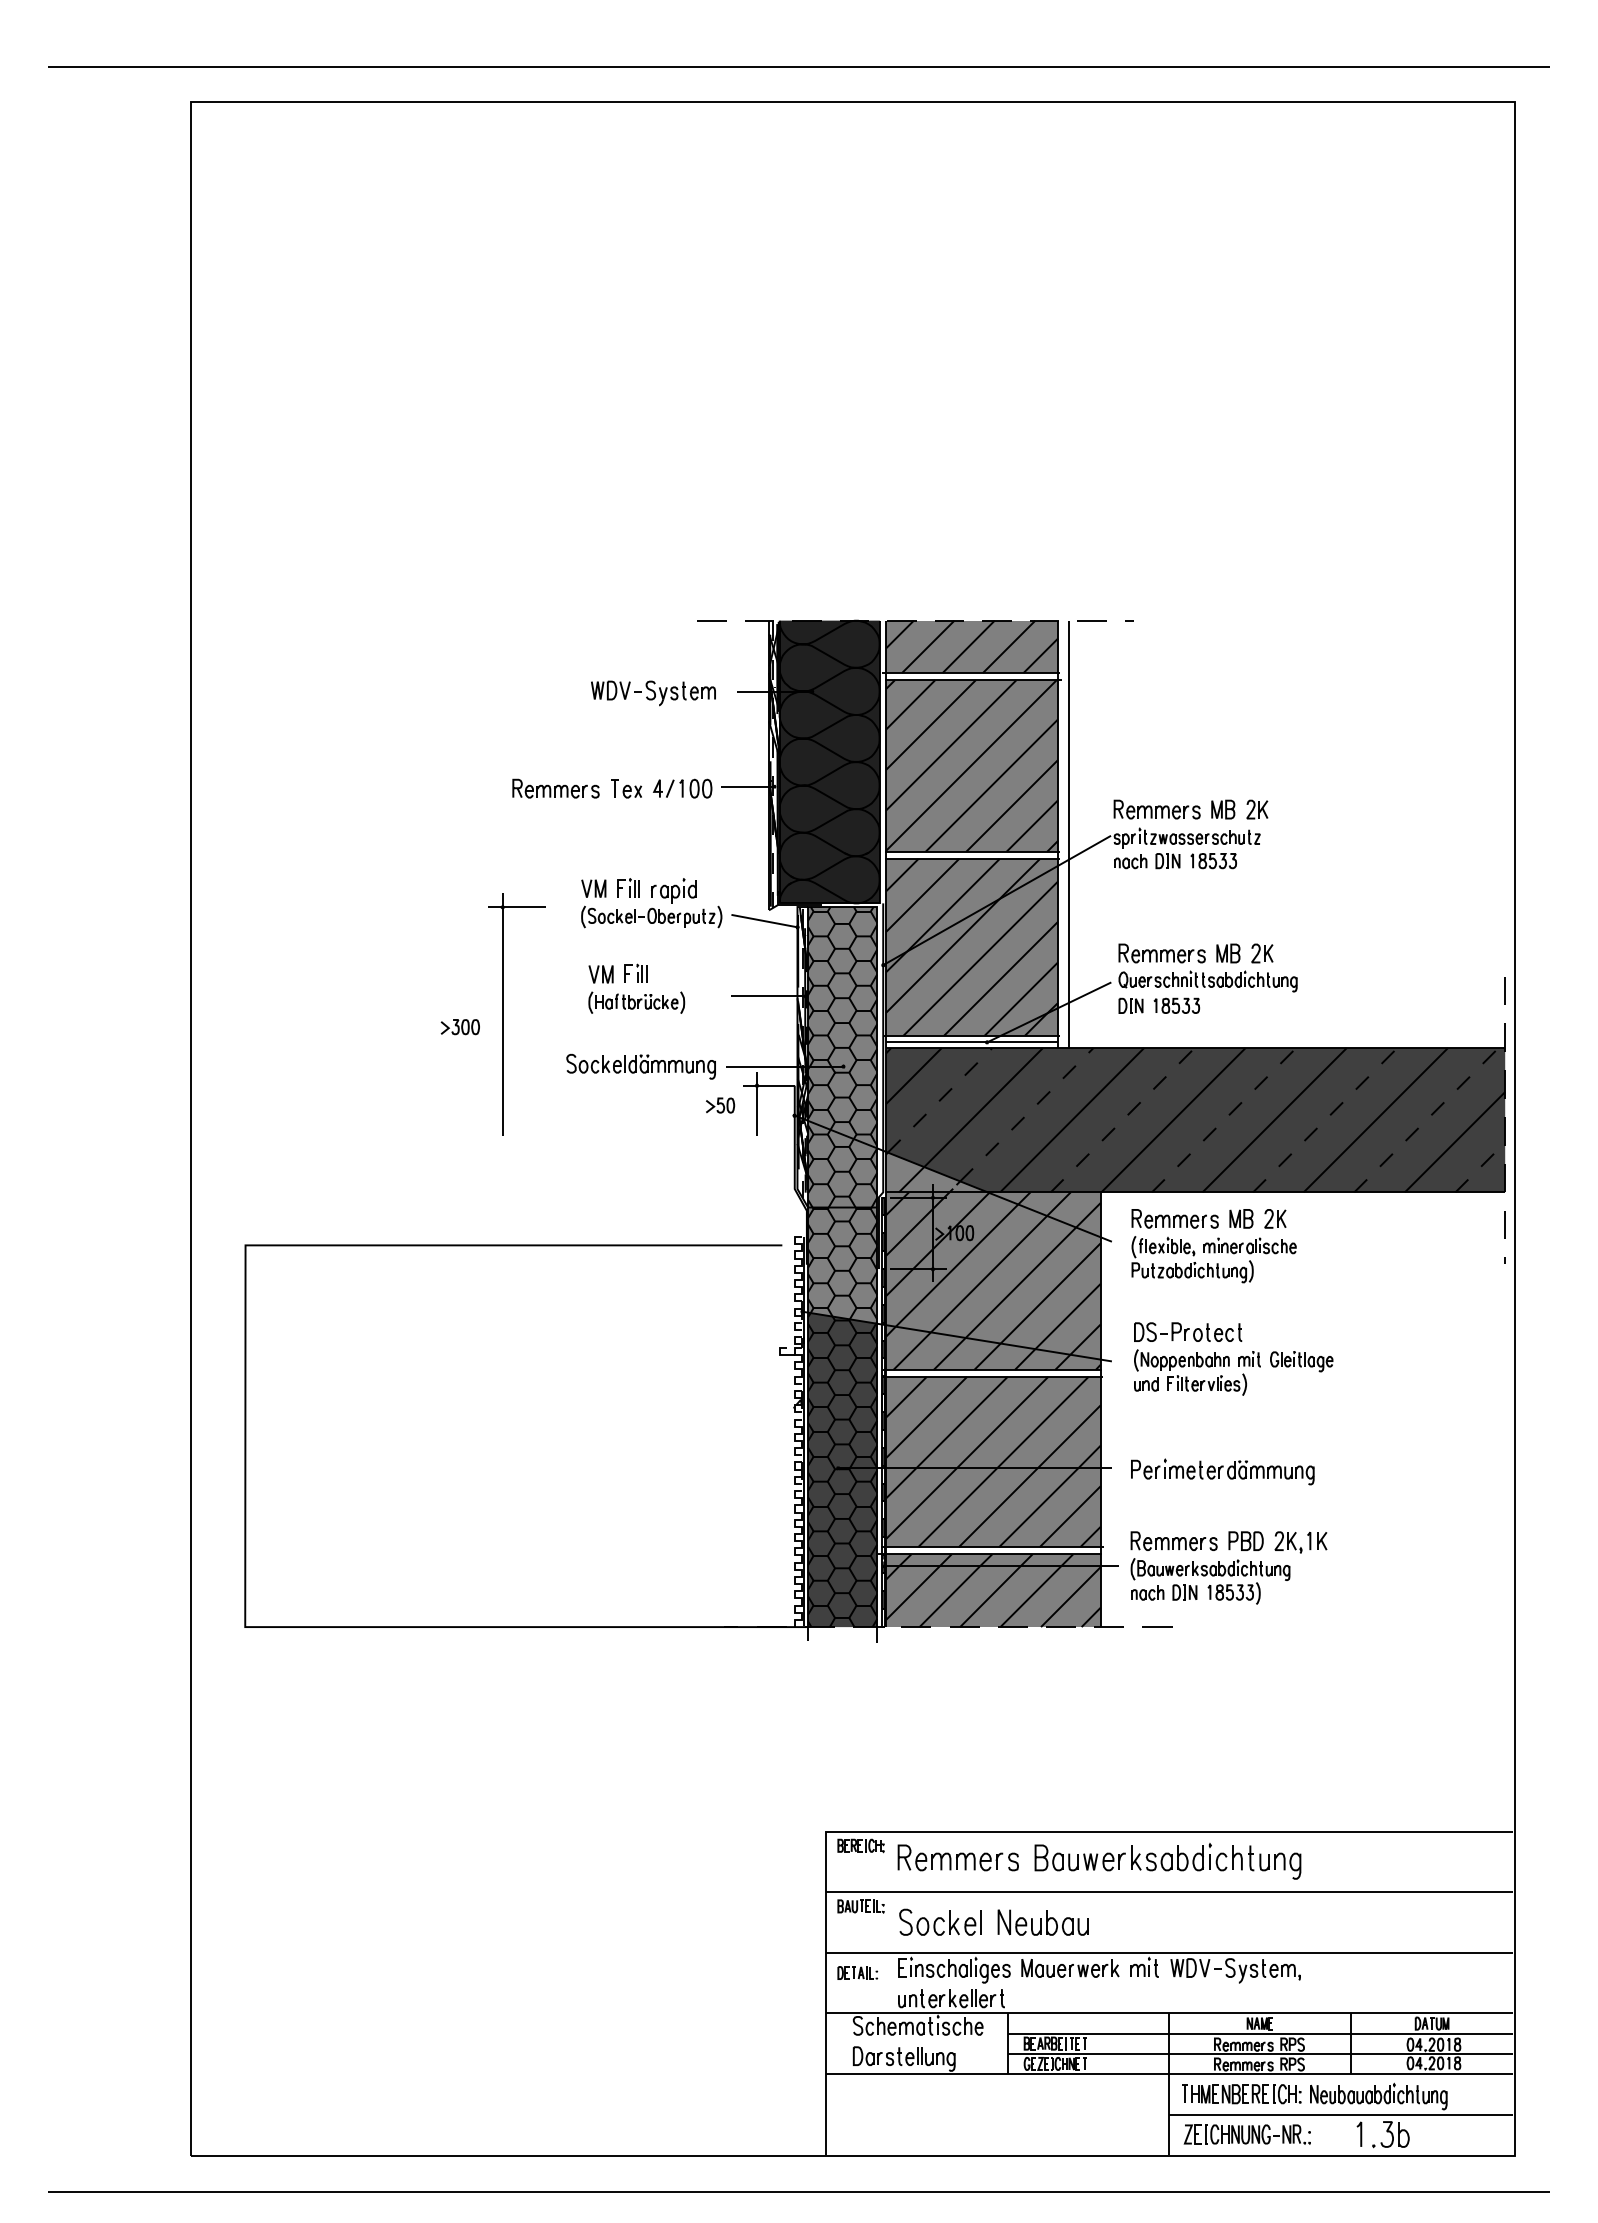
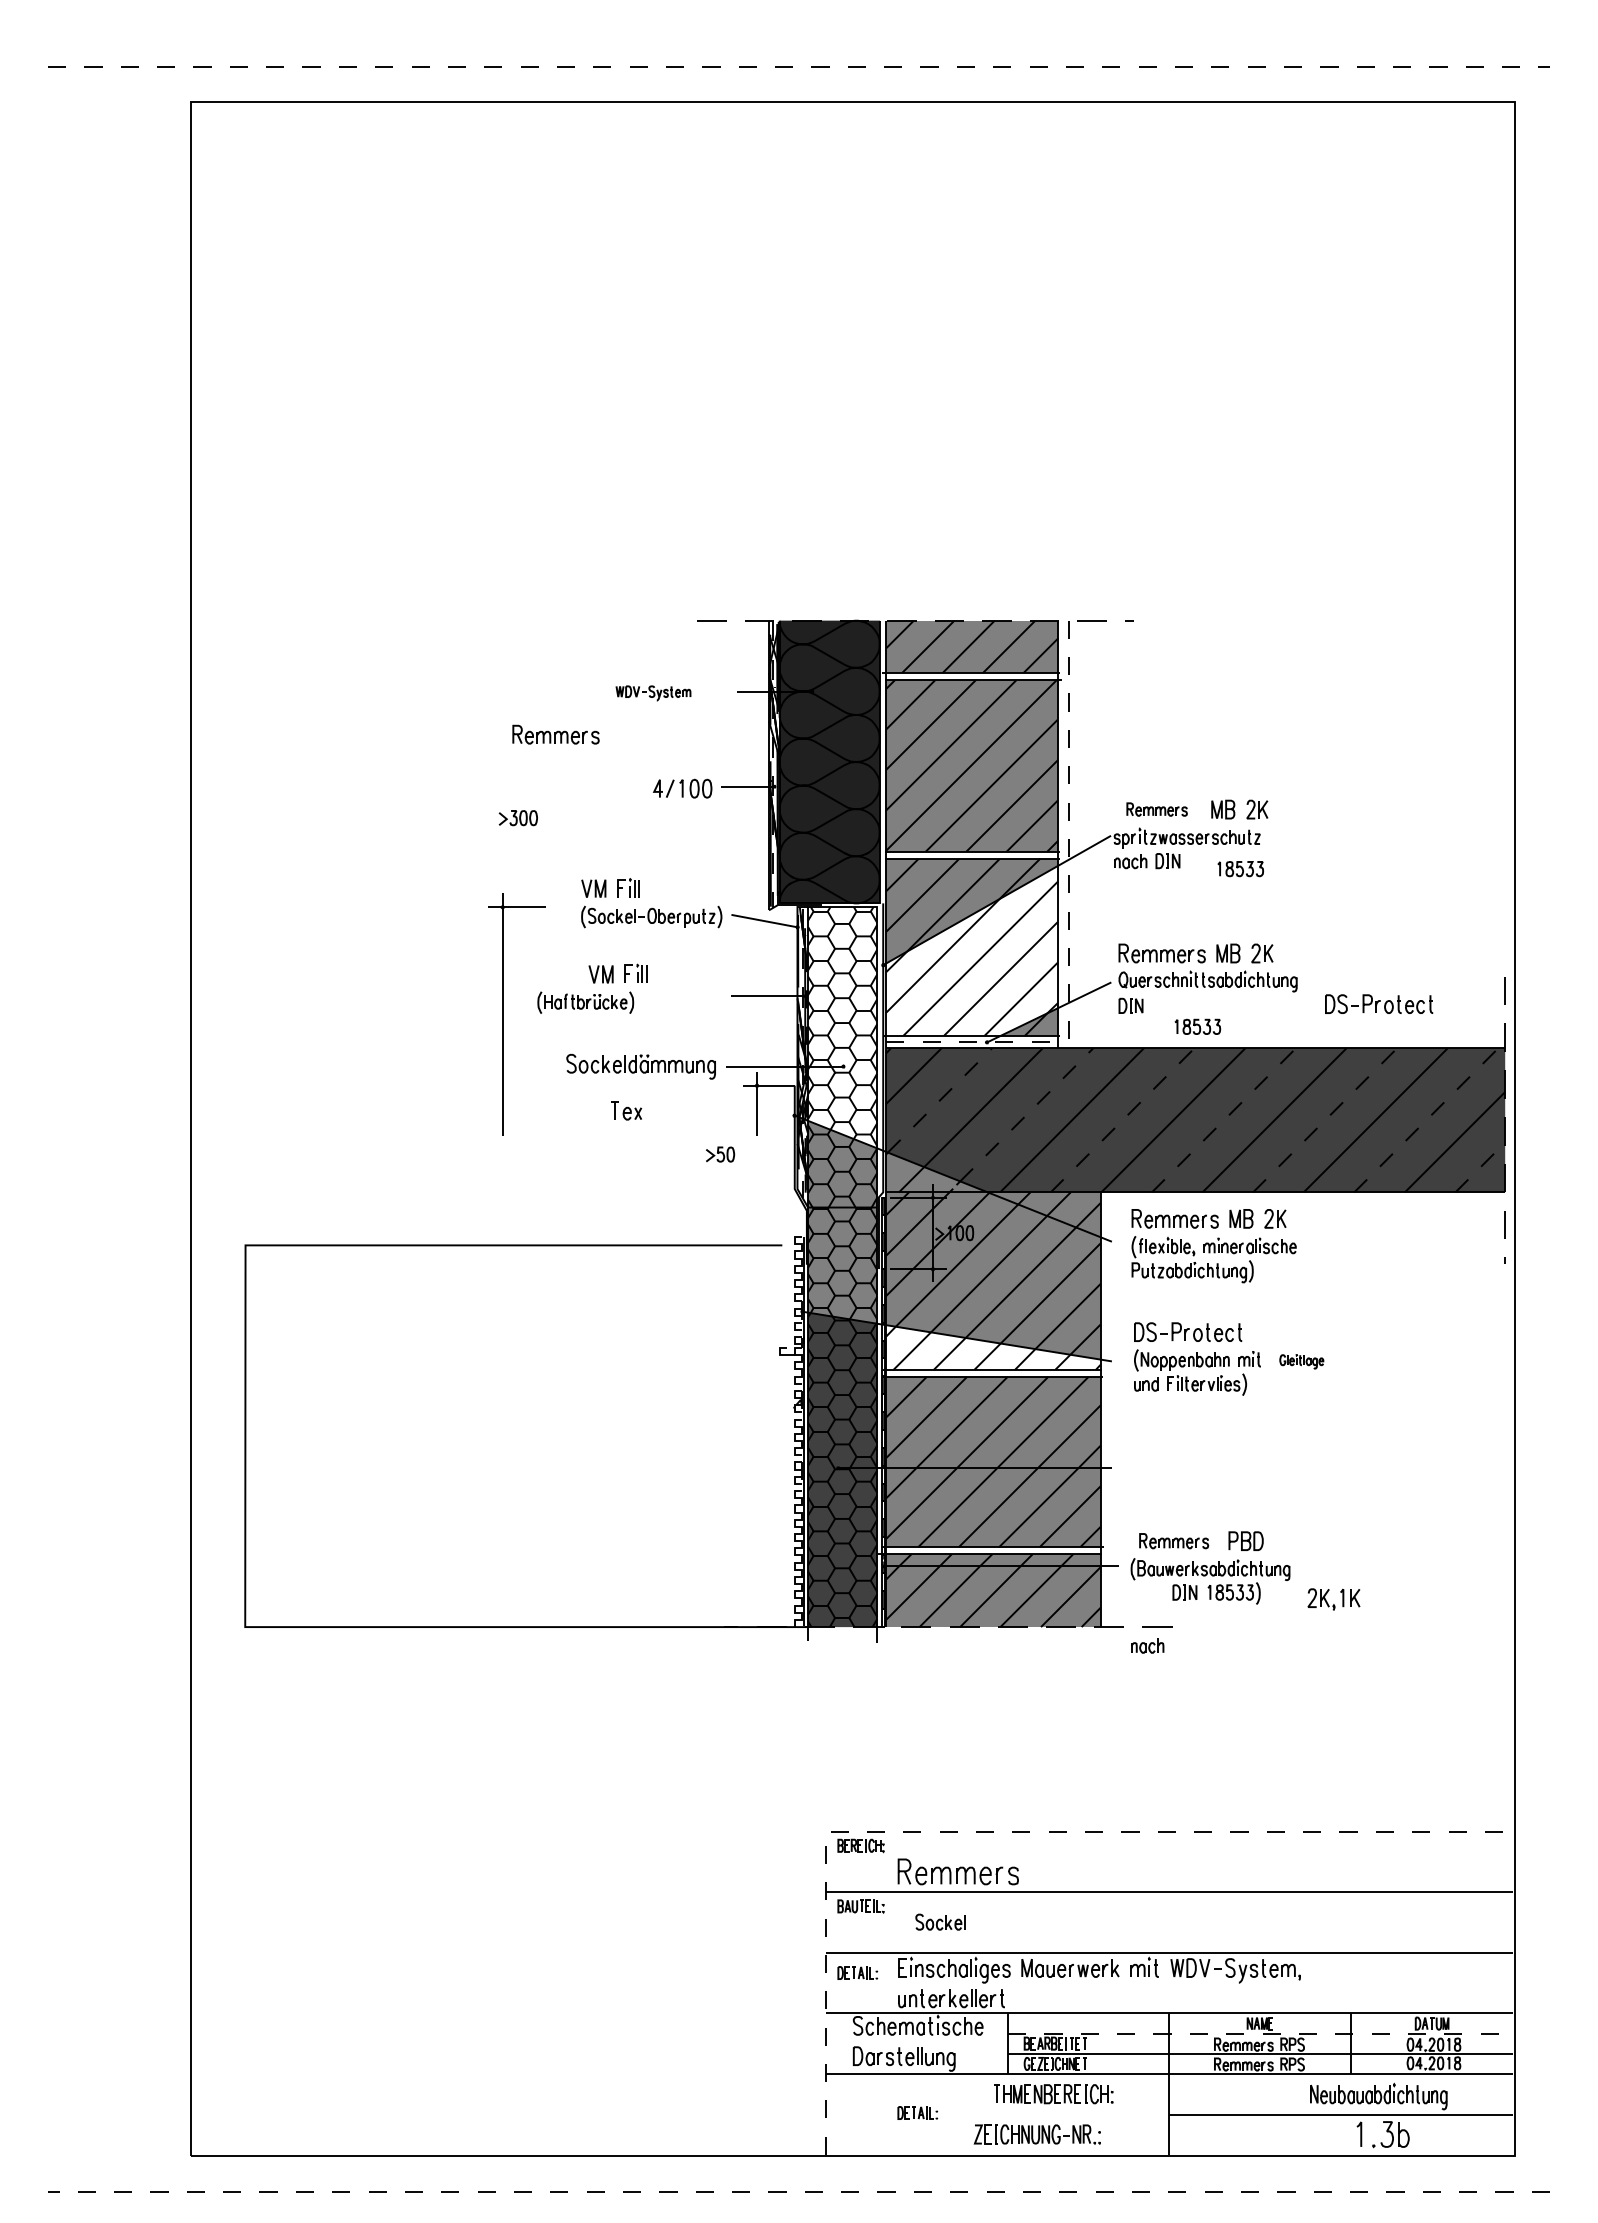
line at (799, 66): solid -> dashed
part at (653, 693) size: 125x27 px -> 77x17 px
part at (555, 788) position: (555, 788) -> (555, 734)
part at (626, 788) position: (626, 788) -> (626, 1110)
part at (1156, 809) size: 88x21 px -> 62x15 px
line at (1068, 834): solid -> dashed
part at (1213, 861) position: (1213, 861) -> (1240, 869)
part at (673, 890): present -> none
fill at (972, 950): present -> none
part at (636, 1002) position: (636, 1002) -> (585, 1002)
part at (1379, 1003): none -> present
part at (1176, 1005) position: (1176, 1005) -> (1197, 1026)
part at (459, 1027) position: (459, 1027) -> (517, 818)
fill at (842, 1027): present -> none
line at (972, 1042): solid -> dashed
part at (720, 1105) position: (720, 1105) -> (720, 1154)
fill at (993, 1347): present -> none
part at (1301, 1361) size: 64x22 px -> 46x16 px
part at (1222, 1471): present -> none
part at (1173, 1540) size: 88x20 px -> 71x17 px
part at (1300, 1542) position: (1300, 1542) -> (1333, 1599)
part at (1147, 1592) position: (1147, 1592) -> (1147, 1645)
line at (1008, 1831): solid -> dashed
part at (957, 1857) position: (957, 1857) -> (957, 1871)
part at (1167, 1861): present -> none
part at (940, 1921) size: 83x28 px -> 51x18 px
part at (1042, 1922): present -> none
line at (1261, 2033): solid -> dashed
part at (1241, 2094) position: (1241, 2094) -> (1053, 2094)
part at (917, 2112): none -> present
part at (1246, 2134) position: (1246, 2134) -> (1036, 2134)
line at (799, 2192): solid -> dashed
